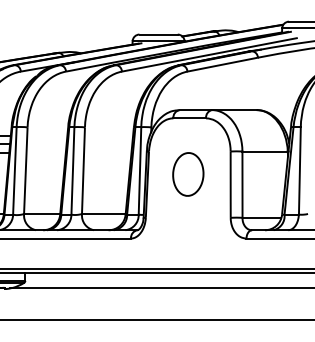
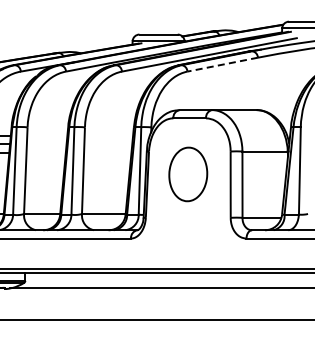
line at (222, 64): solid -> dashed
part at (188, 174) size: 33x45 px -> 41x57 px
